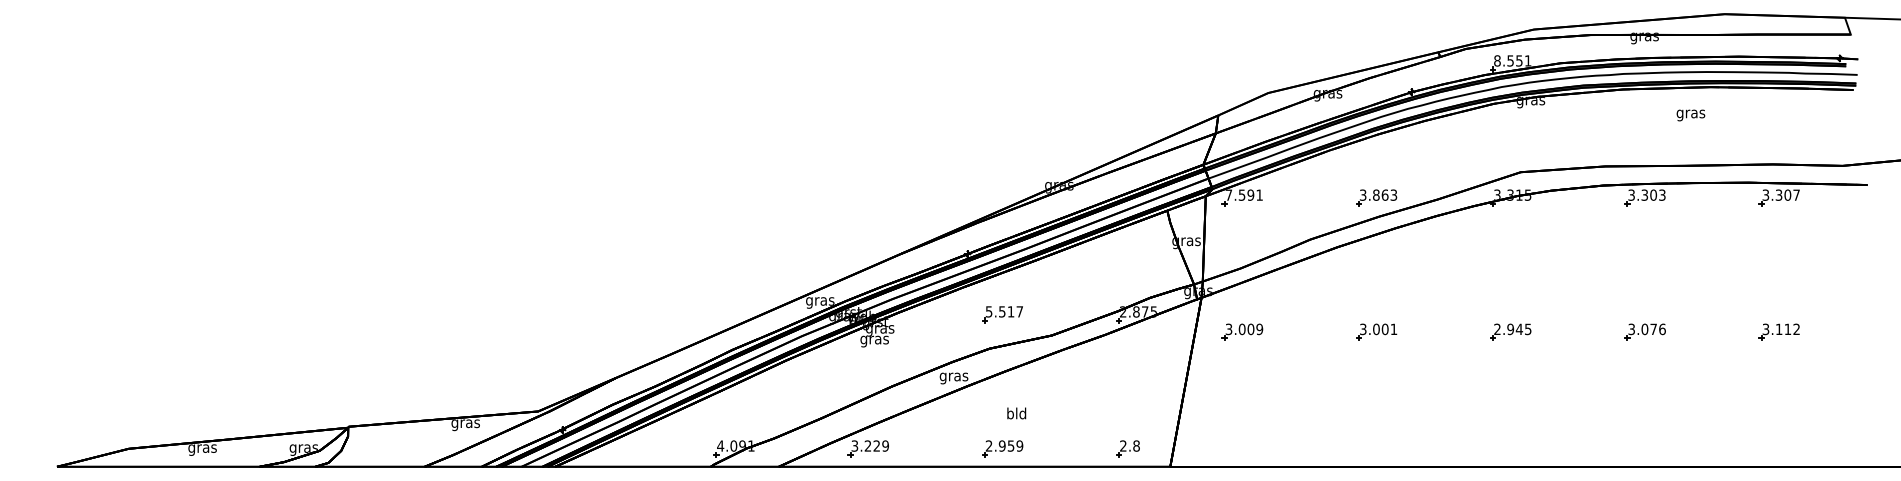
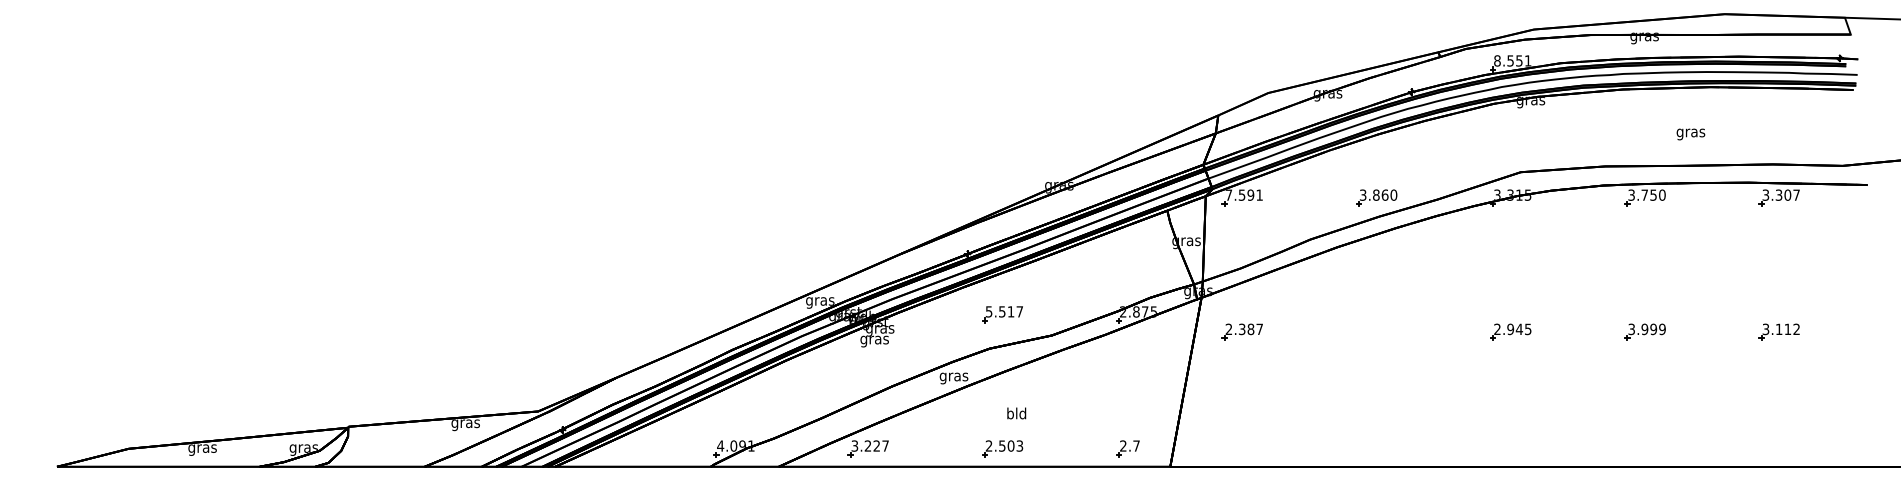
text at (1690, 115) position: (1690, 115) -> (1690, 134)
text at (1393, 194): 3.863 -> 3.860
text at (1653, 194): 3.303 -> 3.750
text at (1244, 329): 3.009 -> 2.387
text at (1653, 329): 3.076 -> 3.999
part at (1376, 331): present -> none
text at (885, 445): 3.229 -> 3.227
text at (1010, 445): 2.959 -> 2.503
text at (1136, 445): 2.8 -> 2.7
